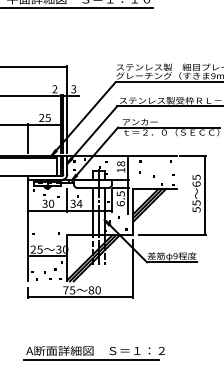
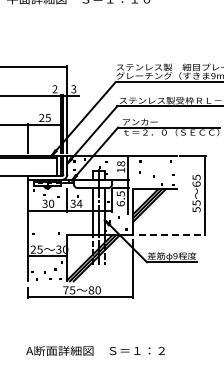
line at (77, 8): present -> none
line at (172, 235): solid -> dashed
line at (91, 359): present -> none
